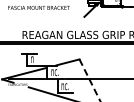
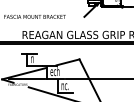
text at (38, 7) position: (38, 7) -> (34, 16)
text at (54, 71): nc. -> ech
line at (90, 80): dashed -> solid
